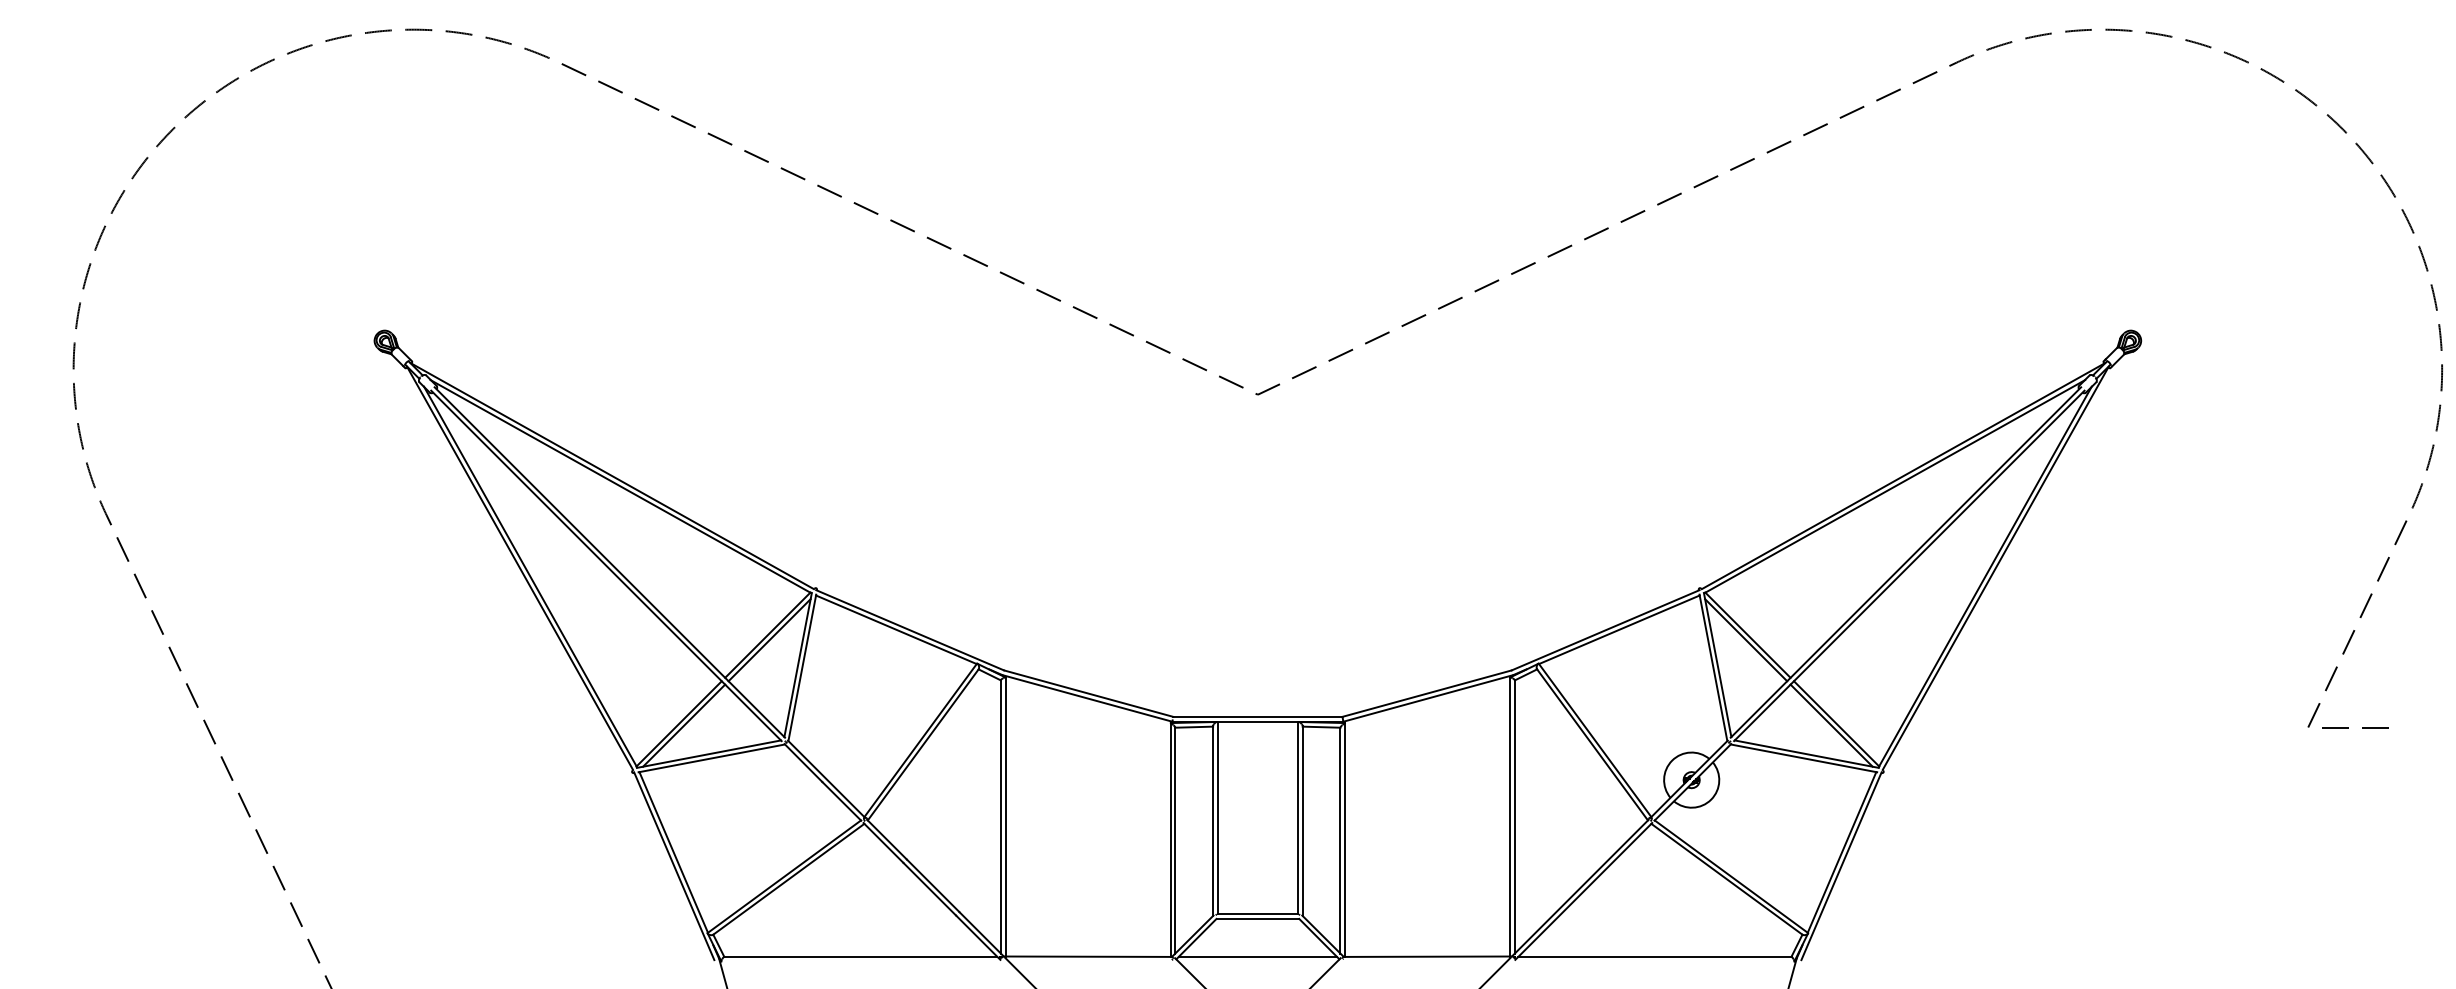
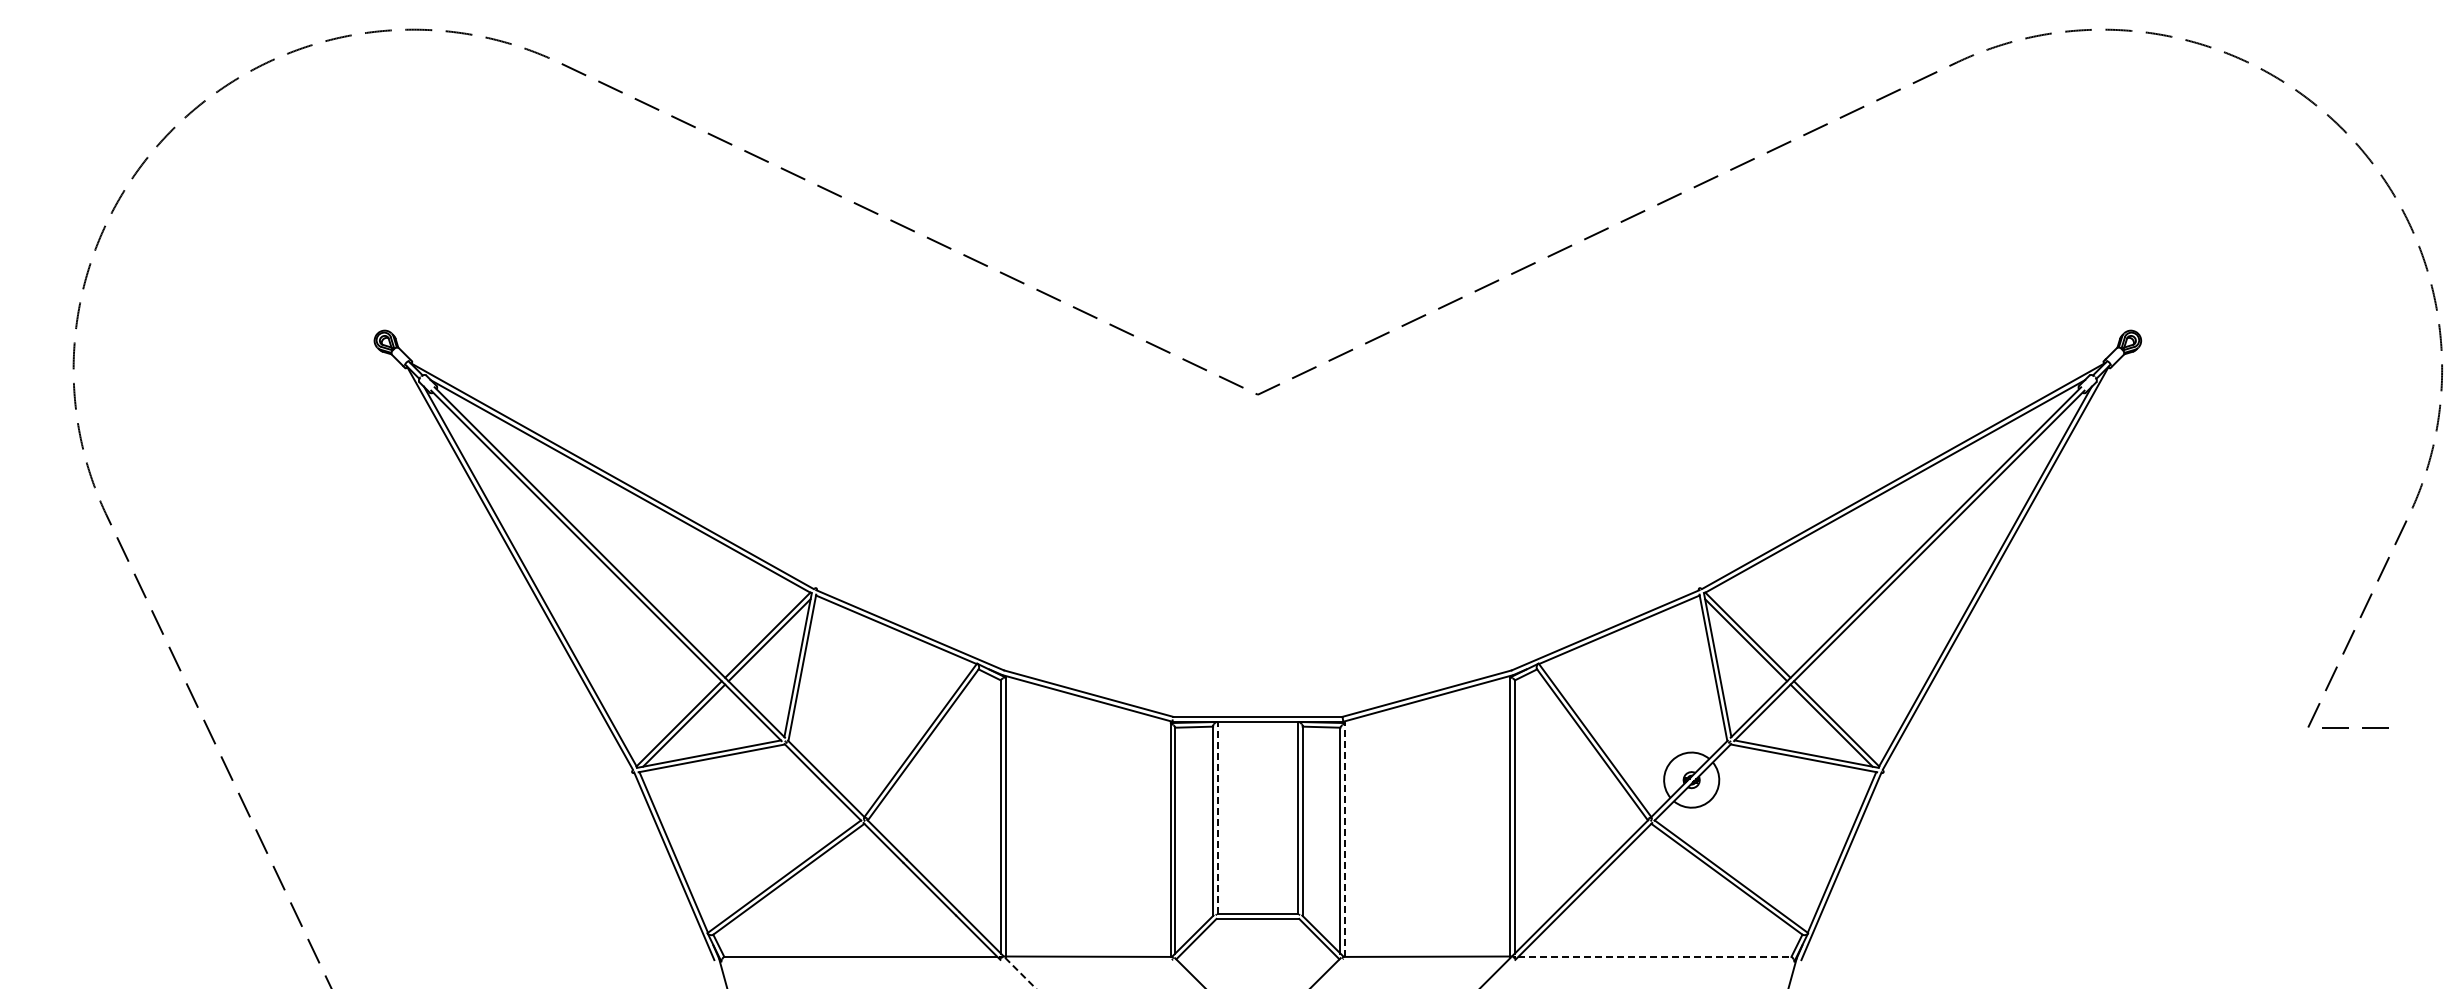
line at (1217, 818): solid -> dashed
line at (1345, 840): solid -> dashed
line at (1257, 956): present -> none
line at (1654, 956): solid -> dashed
line at (1020, 973): solid -> dashed
